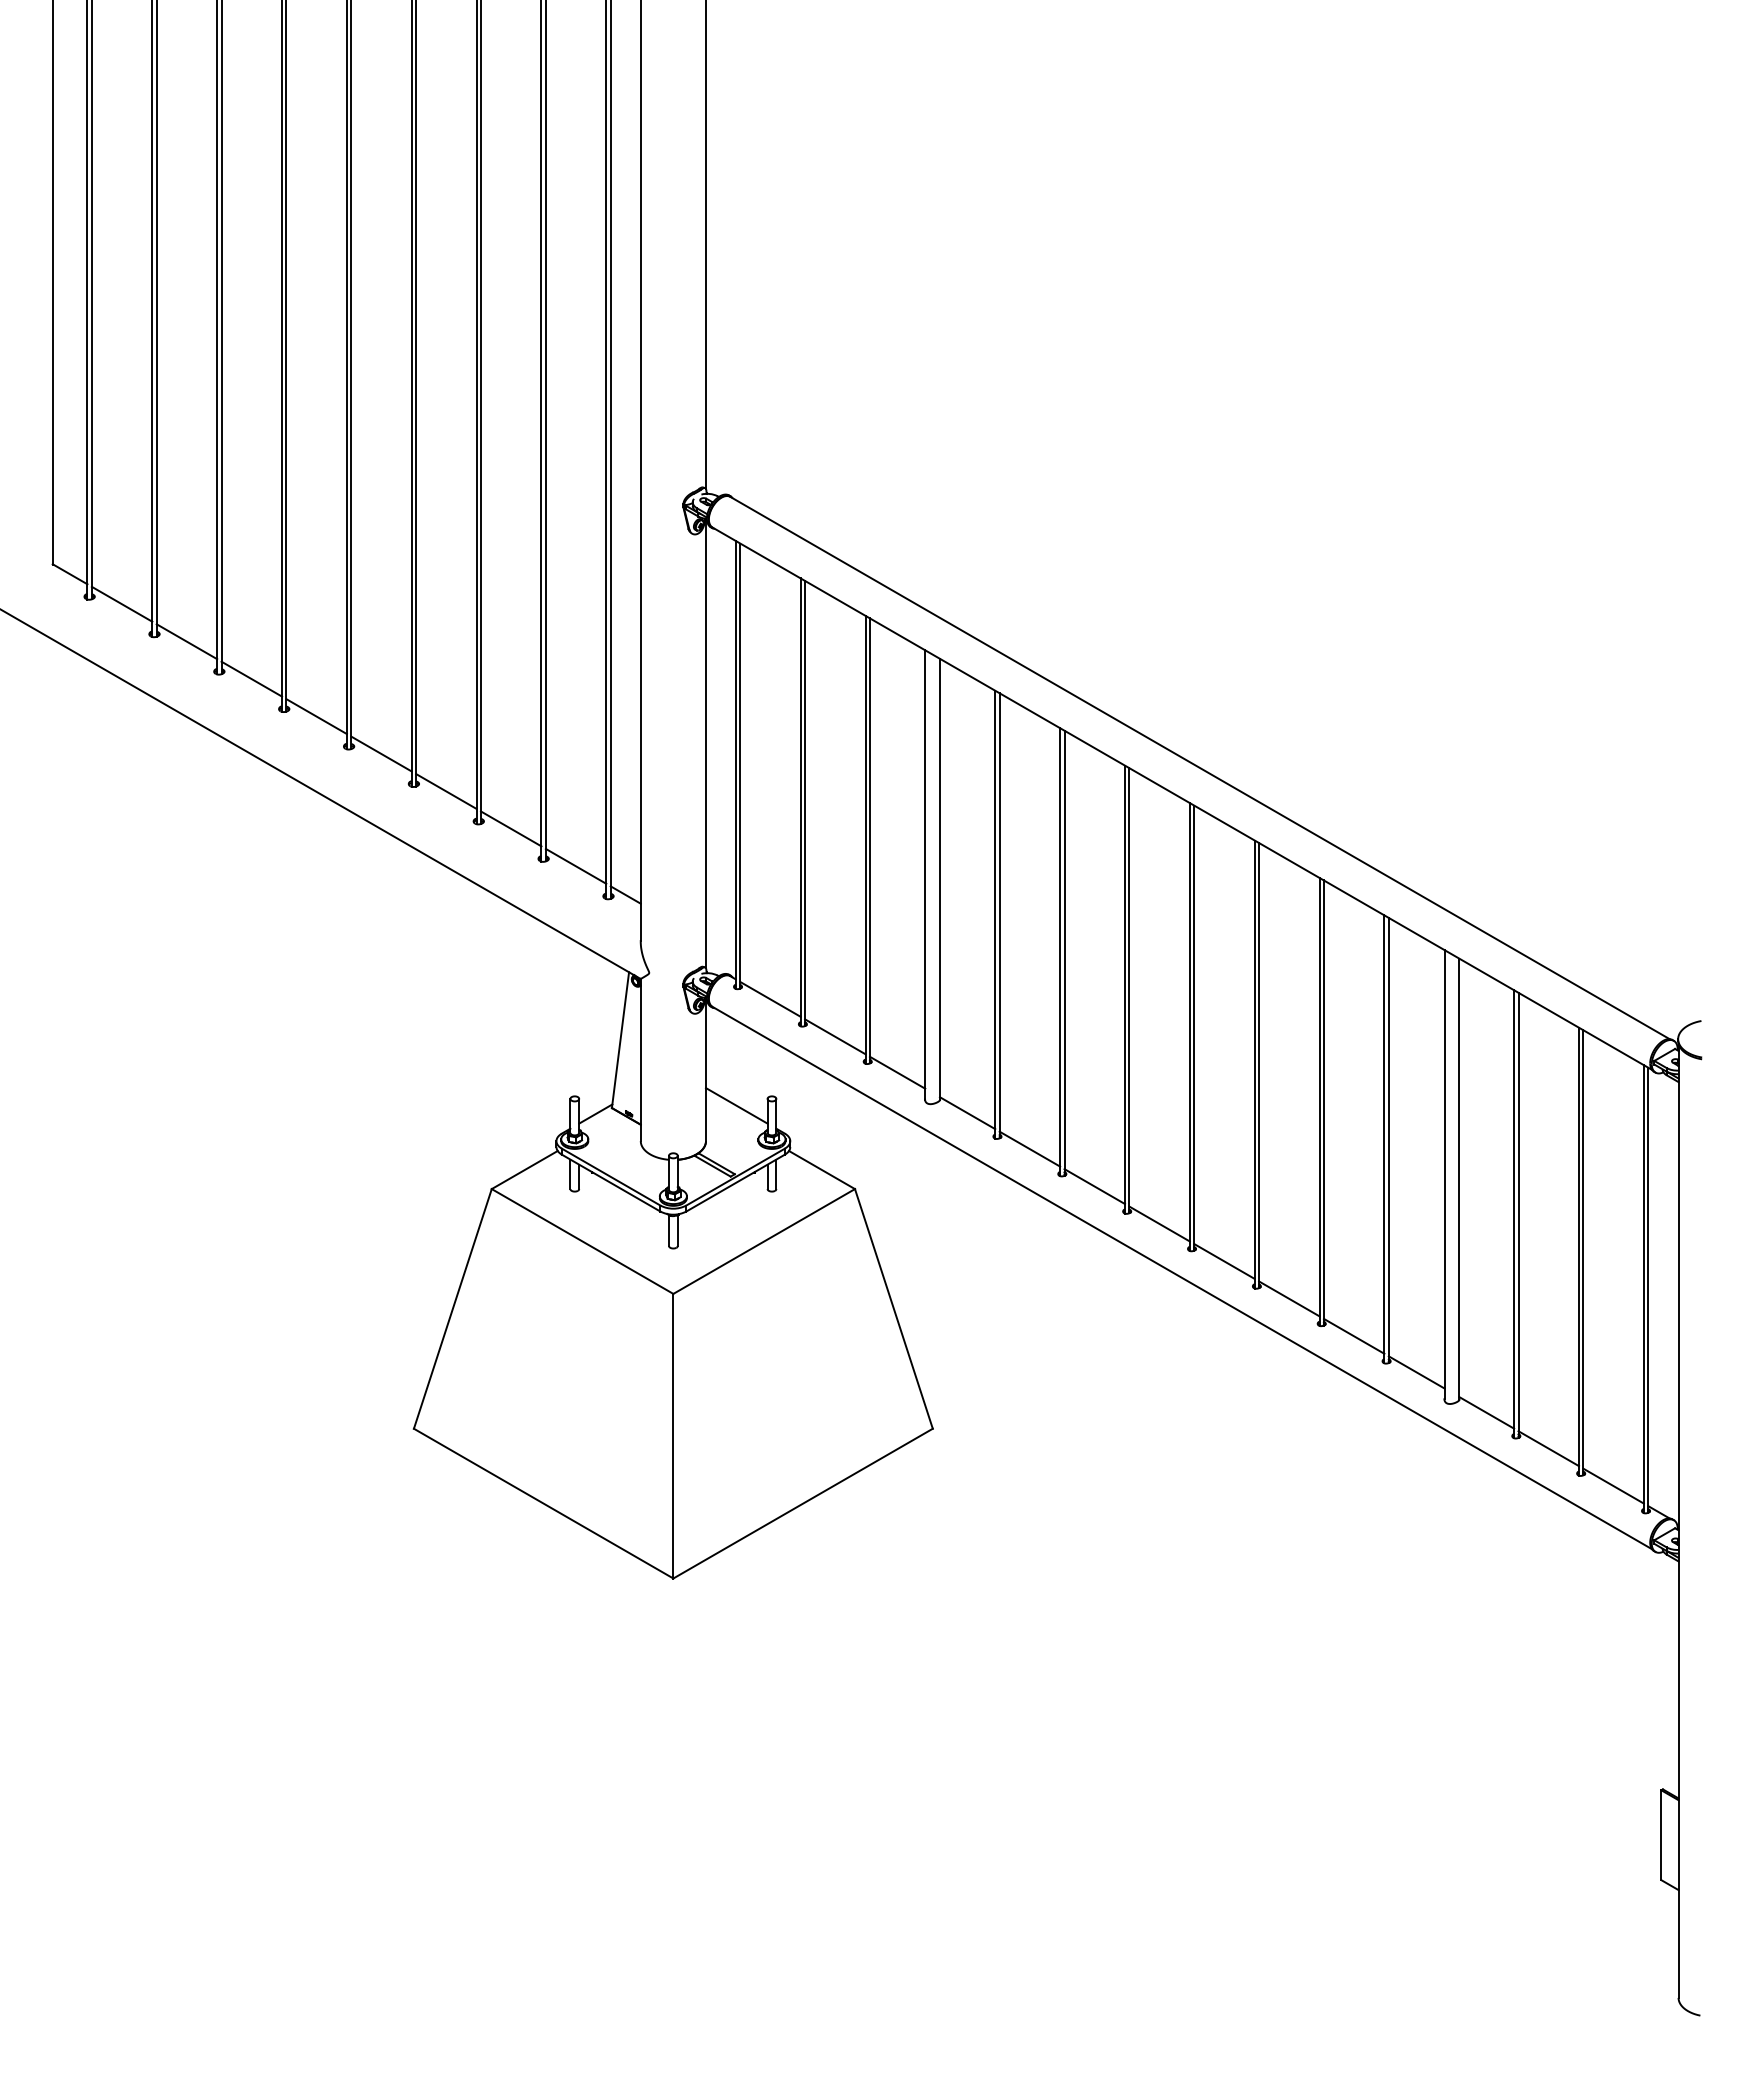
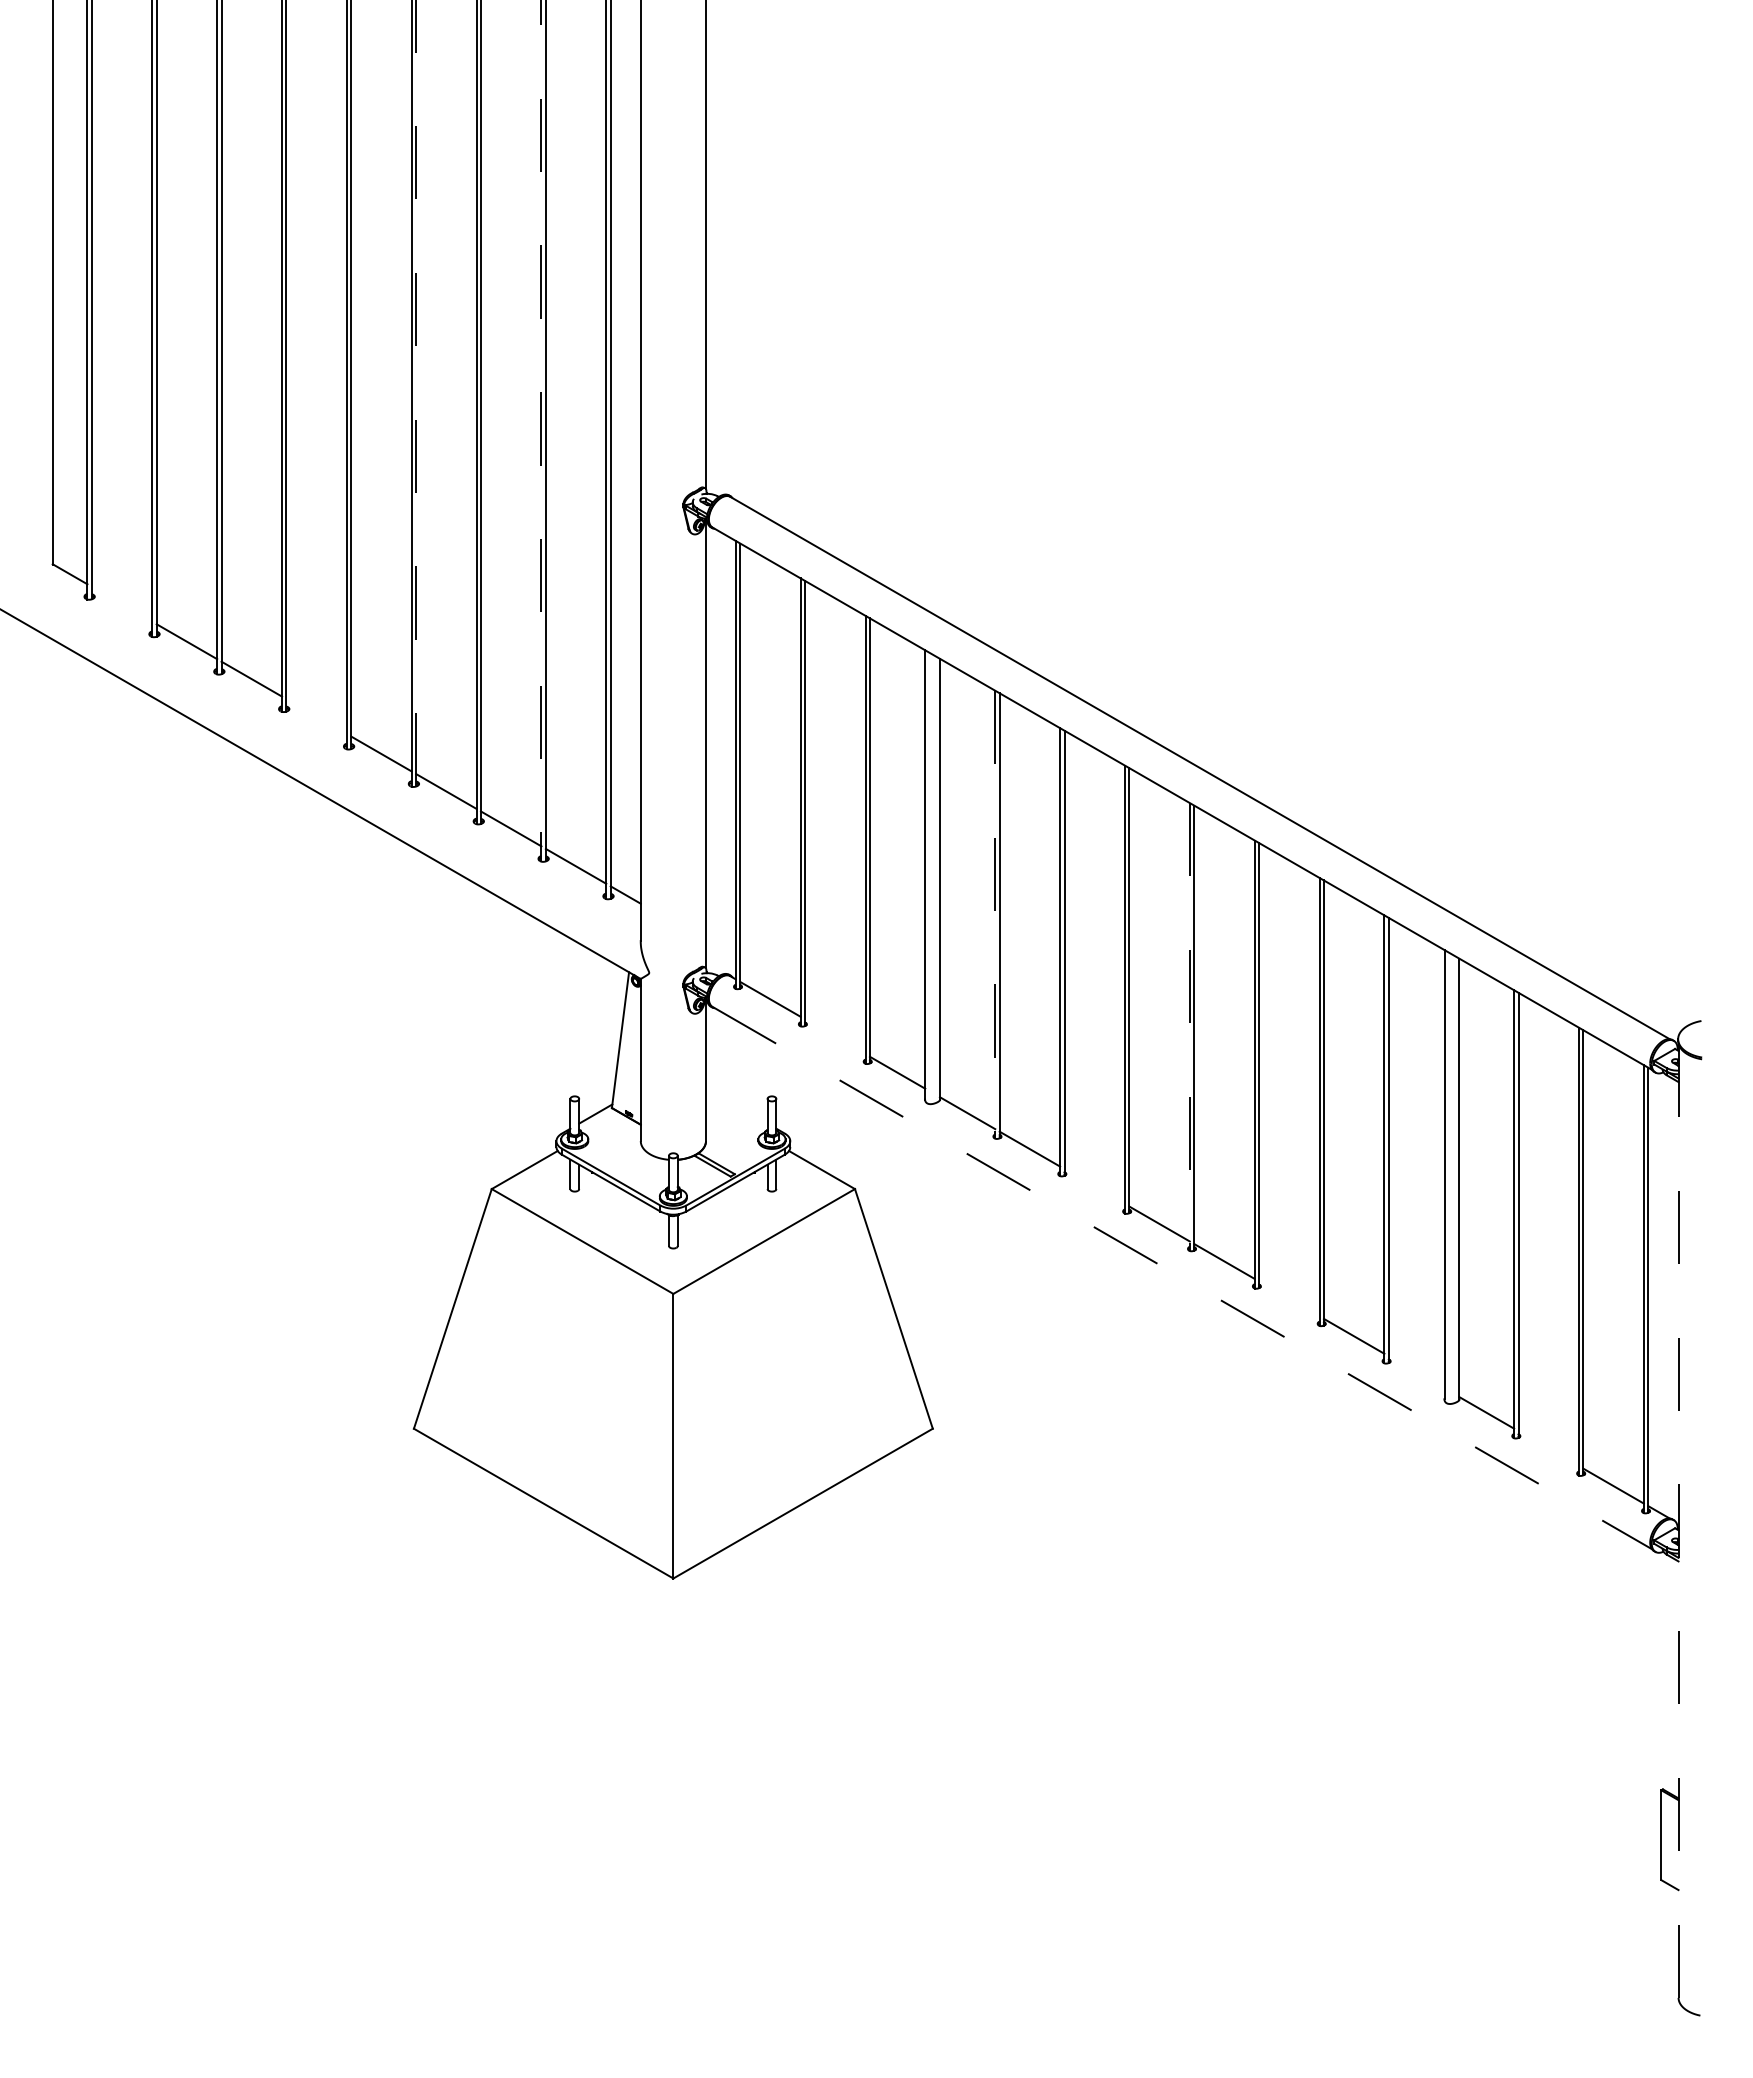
line at (416, 393): solid -> dashed
line at (541, 431): solid -> dashed
line at (121, 603): present -> none
line at (316, 716): present -> none
line at (995, 915): solid -> dashed
line at (1189, 1027): solid -> dashed
line at (835, 1036): present -> none
line at (736, 1105): present -> none
line at (1094, 1186): present -> none
line at (1182, 1278): solid -> dashed
line at (1289, 1298): present -> none
line at (1416, 1372): present -> none
line at (1548, 1448): present -> none
line at (1678, 1520): solid -> dashed
